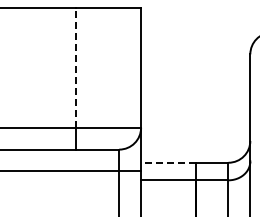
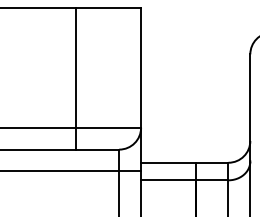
line at (75, 67): dashed -> solid
line at (167, 162): dashed -> solid
